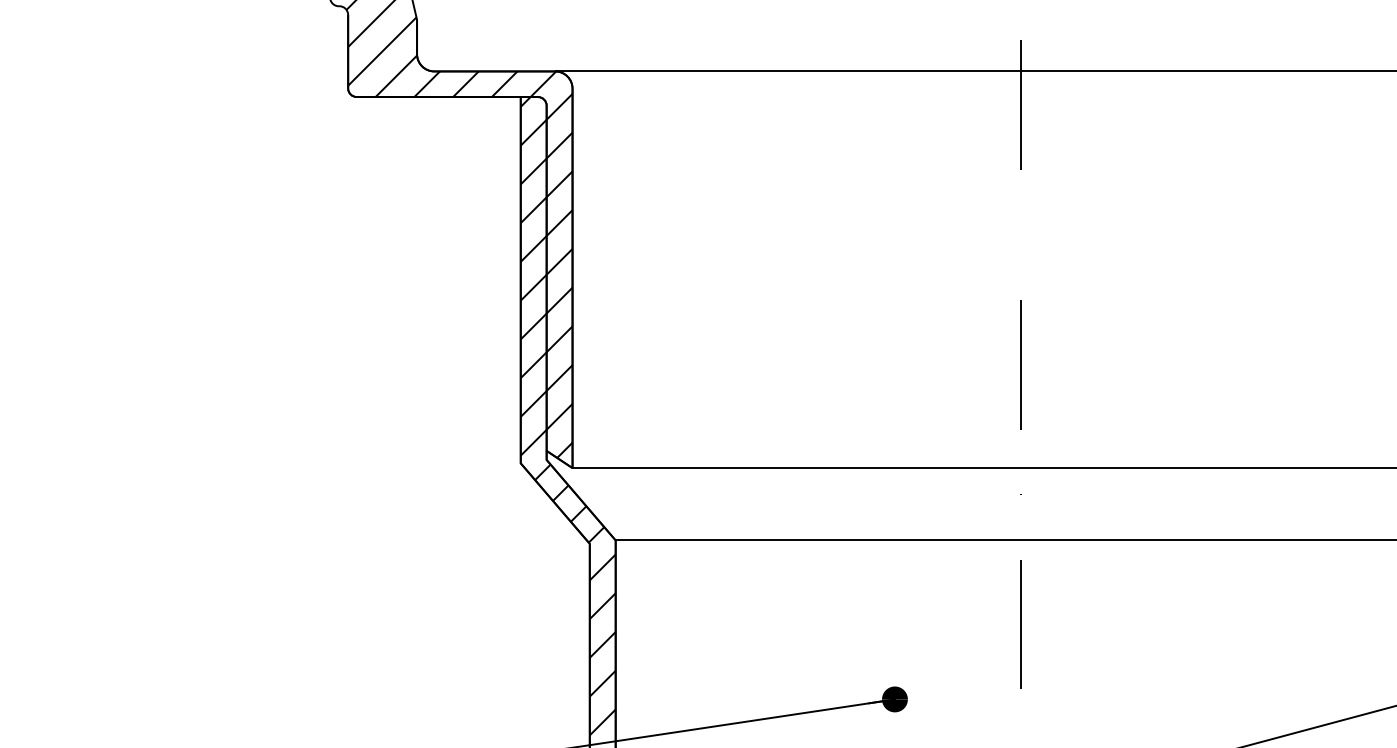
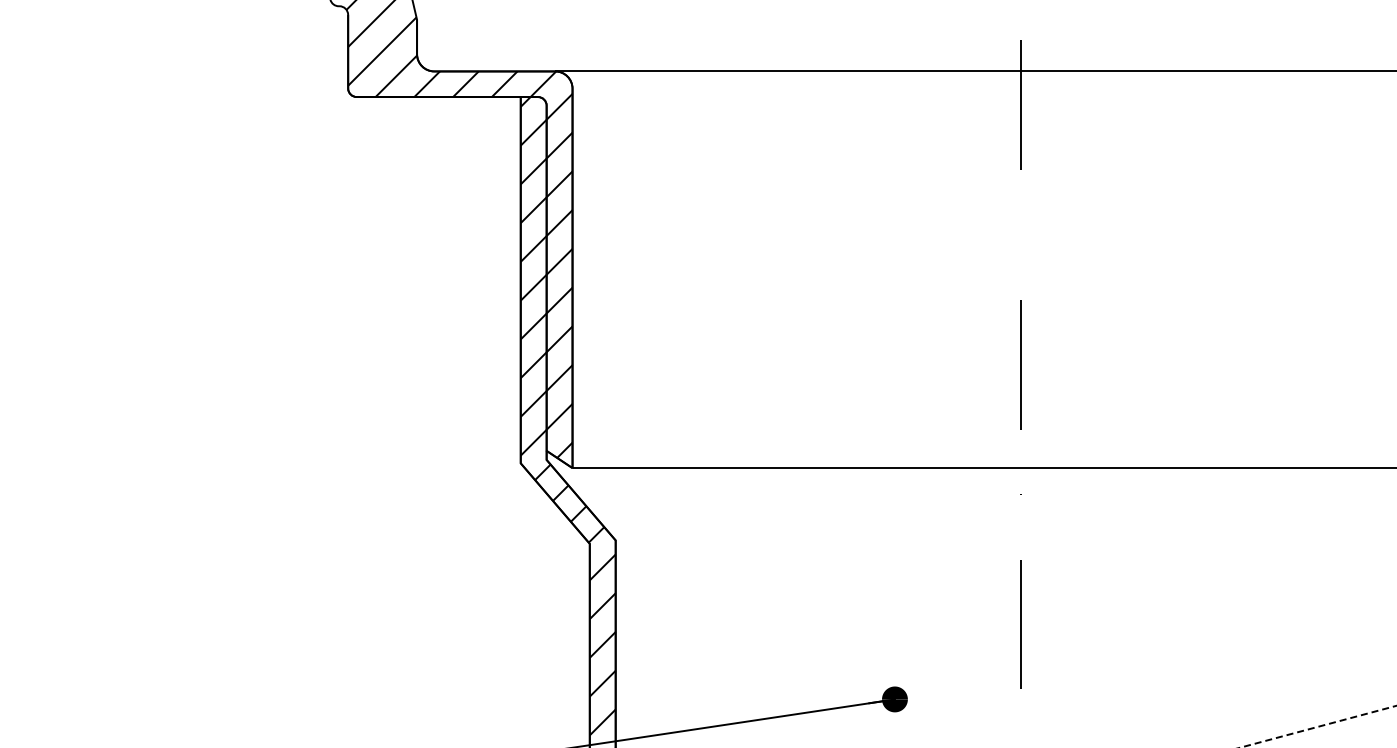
line at (1004, 540): present -> none
line at (1318, 726): solid -> dashed
